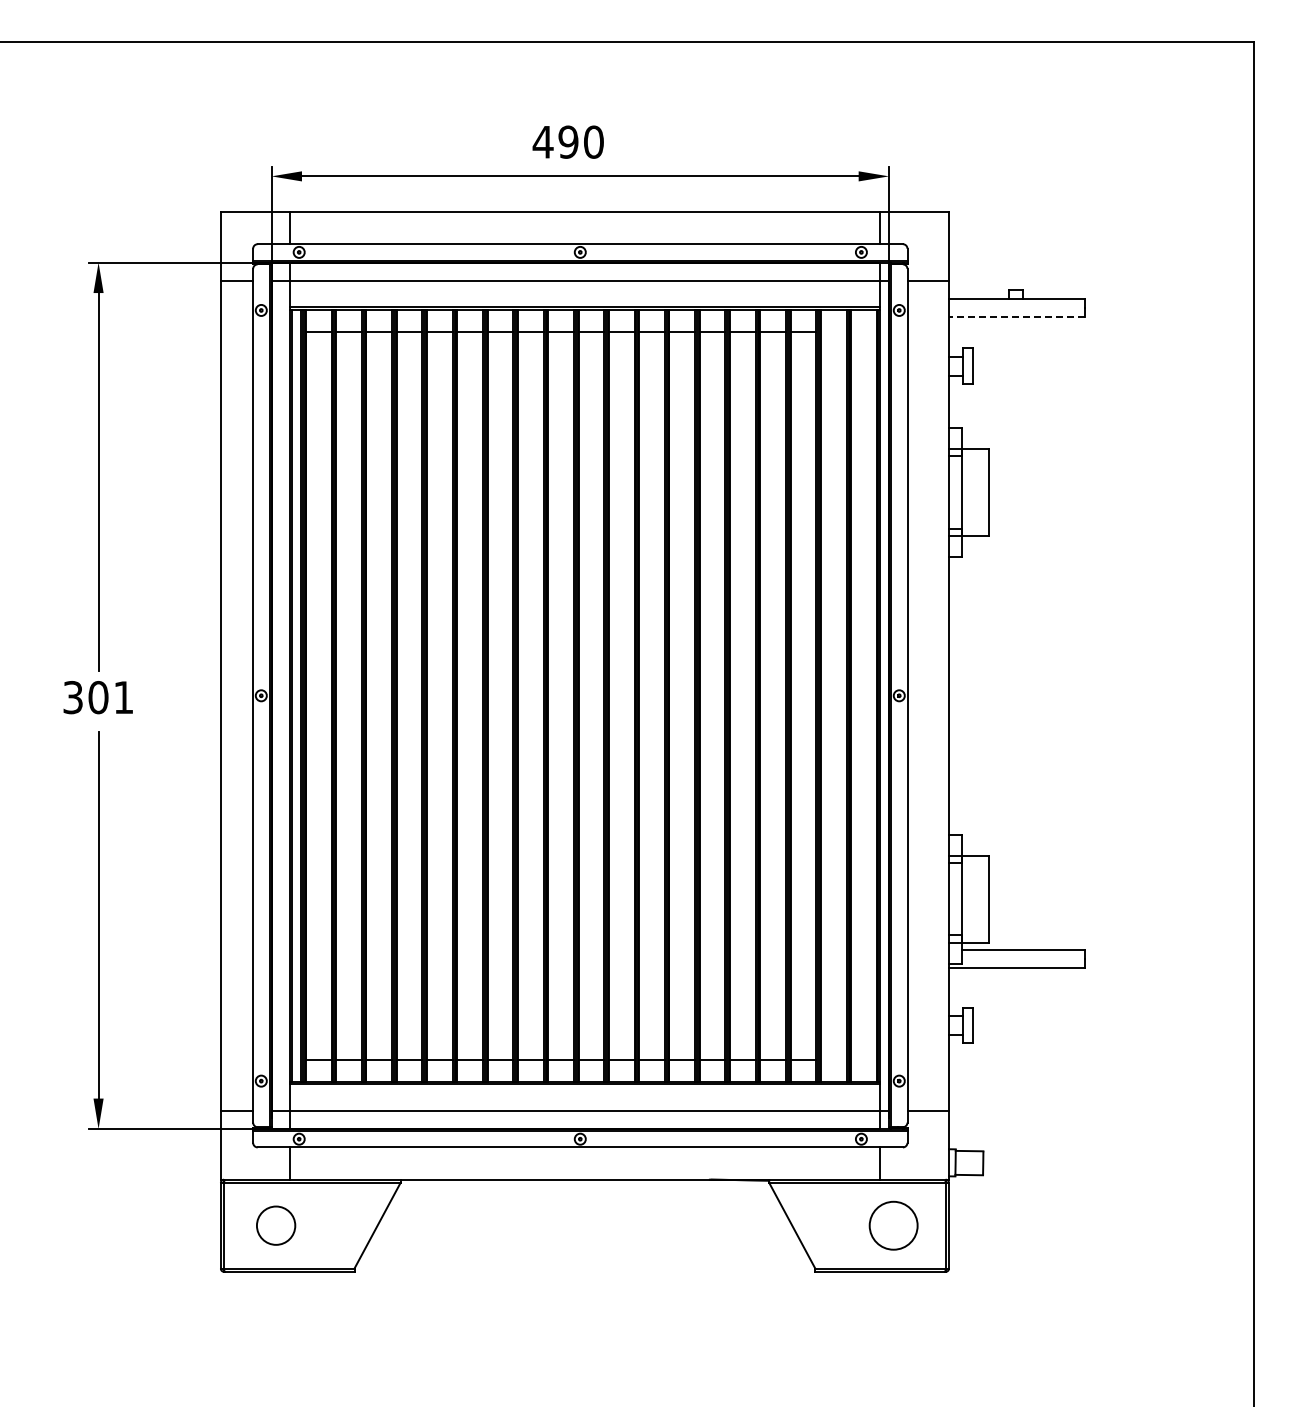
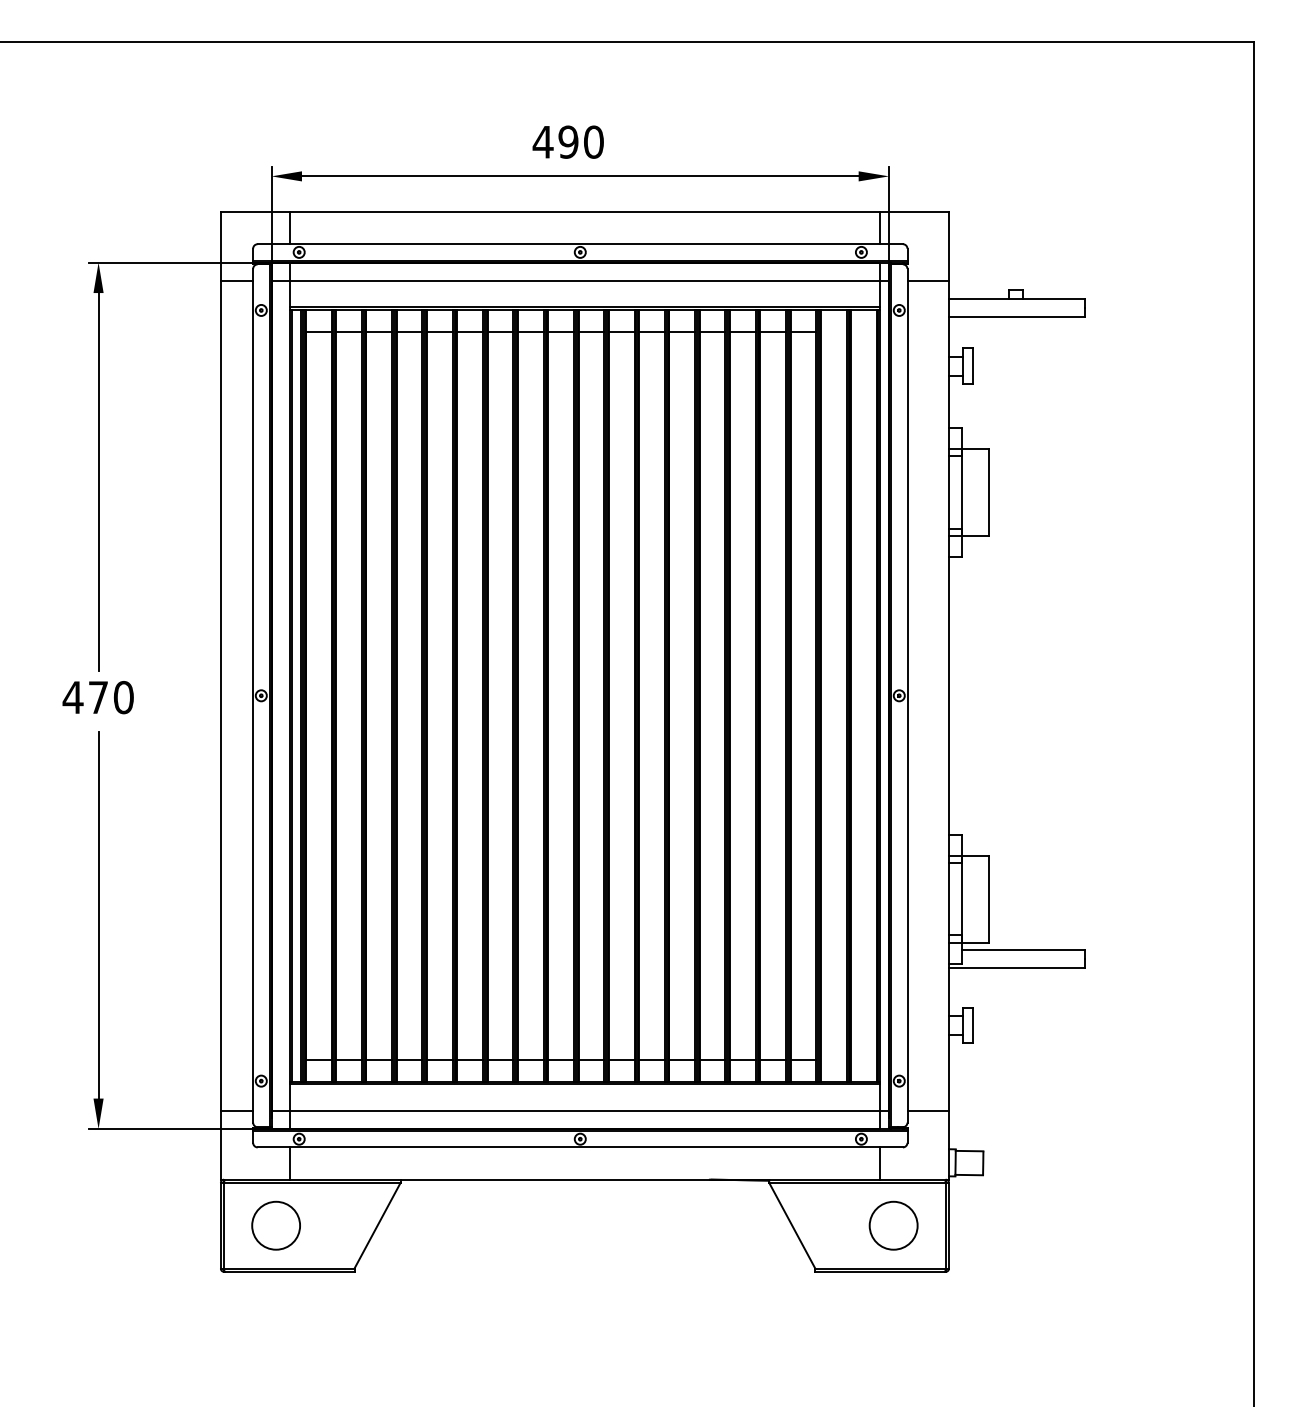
line at (1016, 317): dashed -> solid
text at (97, 697): 301 -> 470
circle at (276, 1225) size: 41x41 px -> 50x51 px
